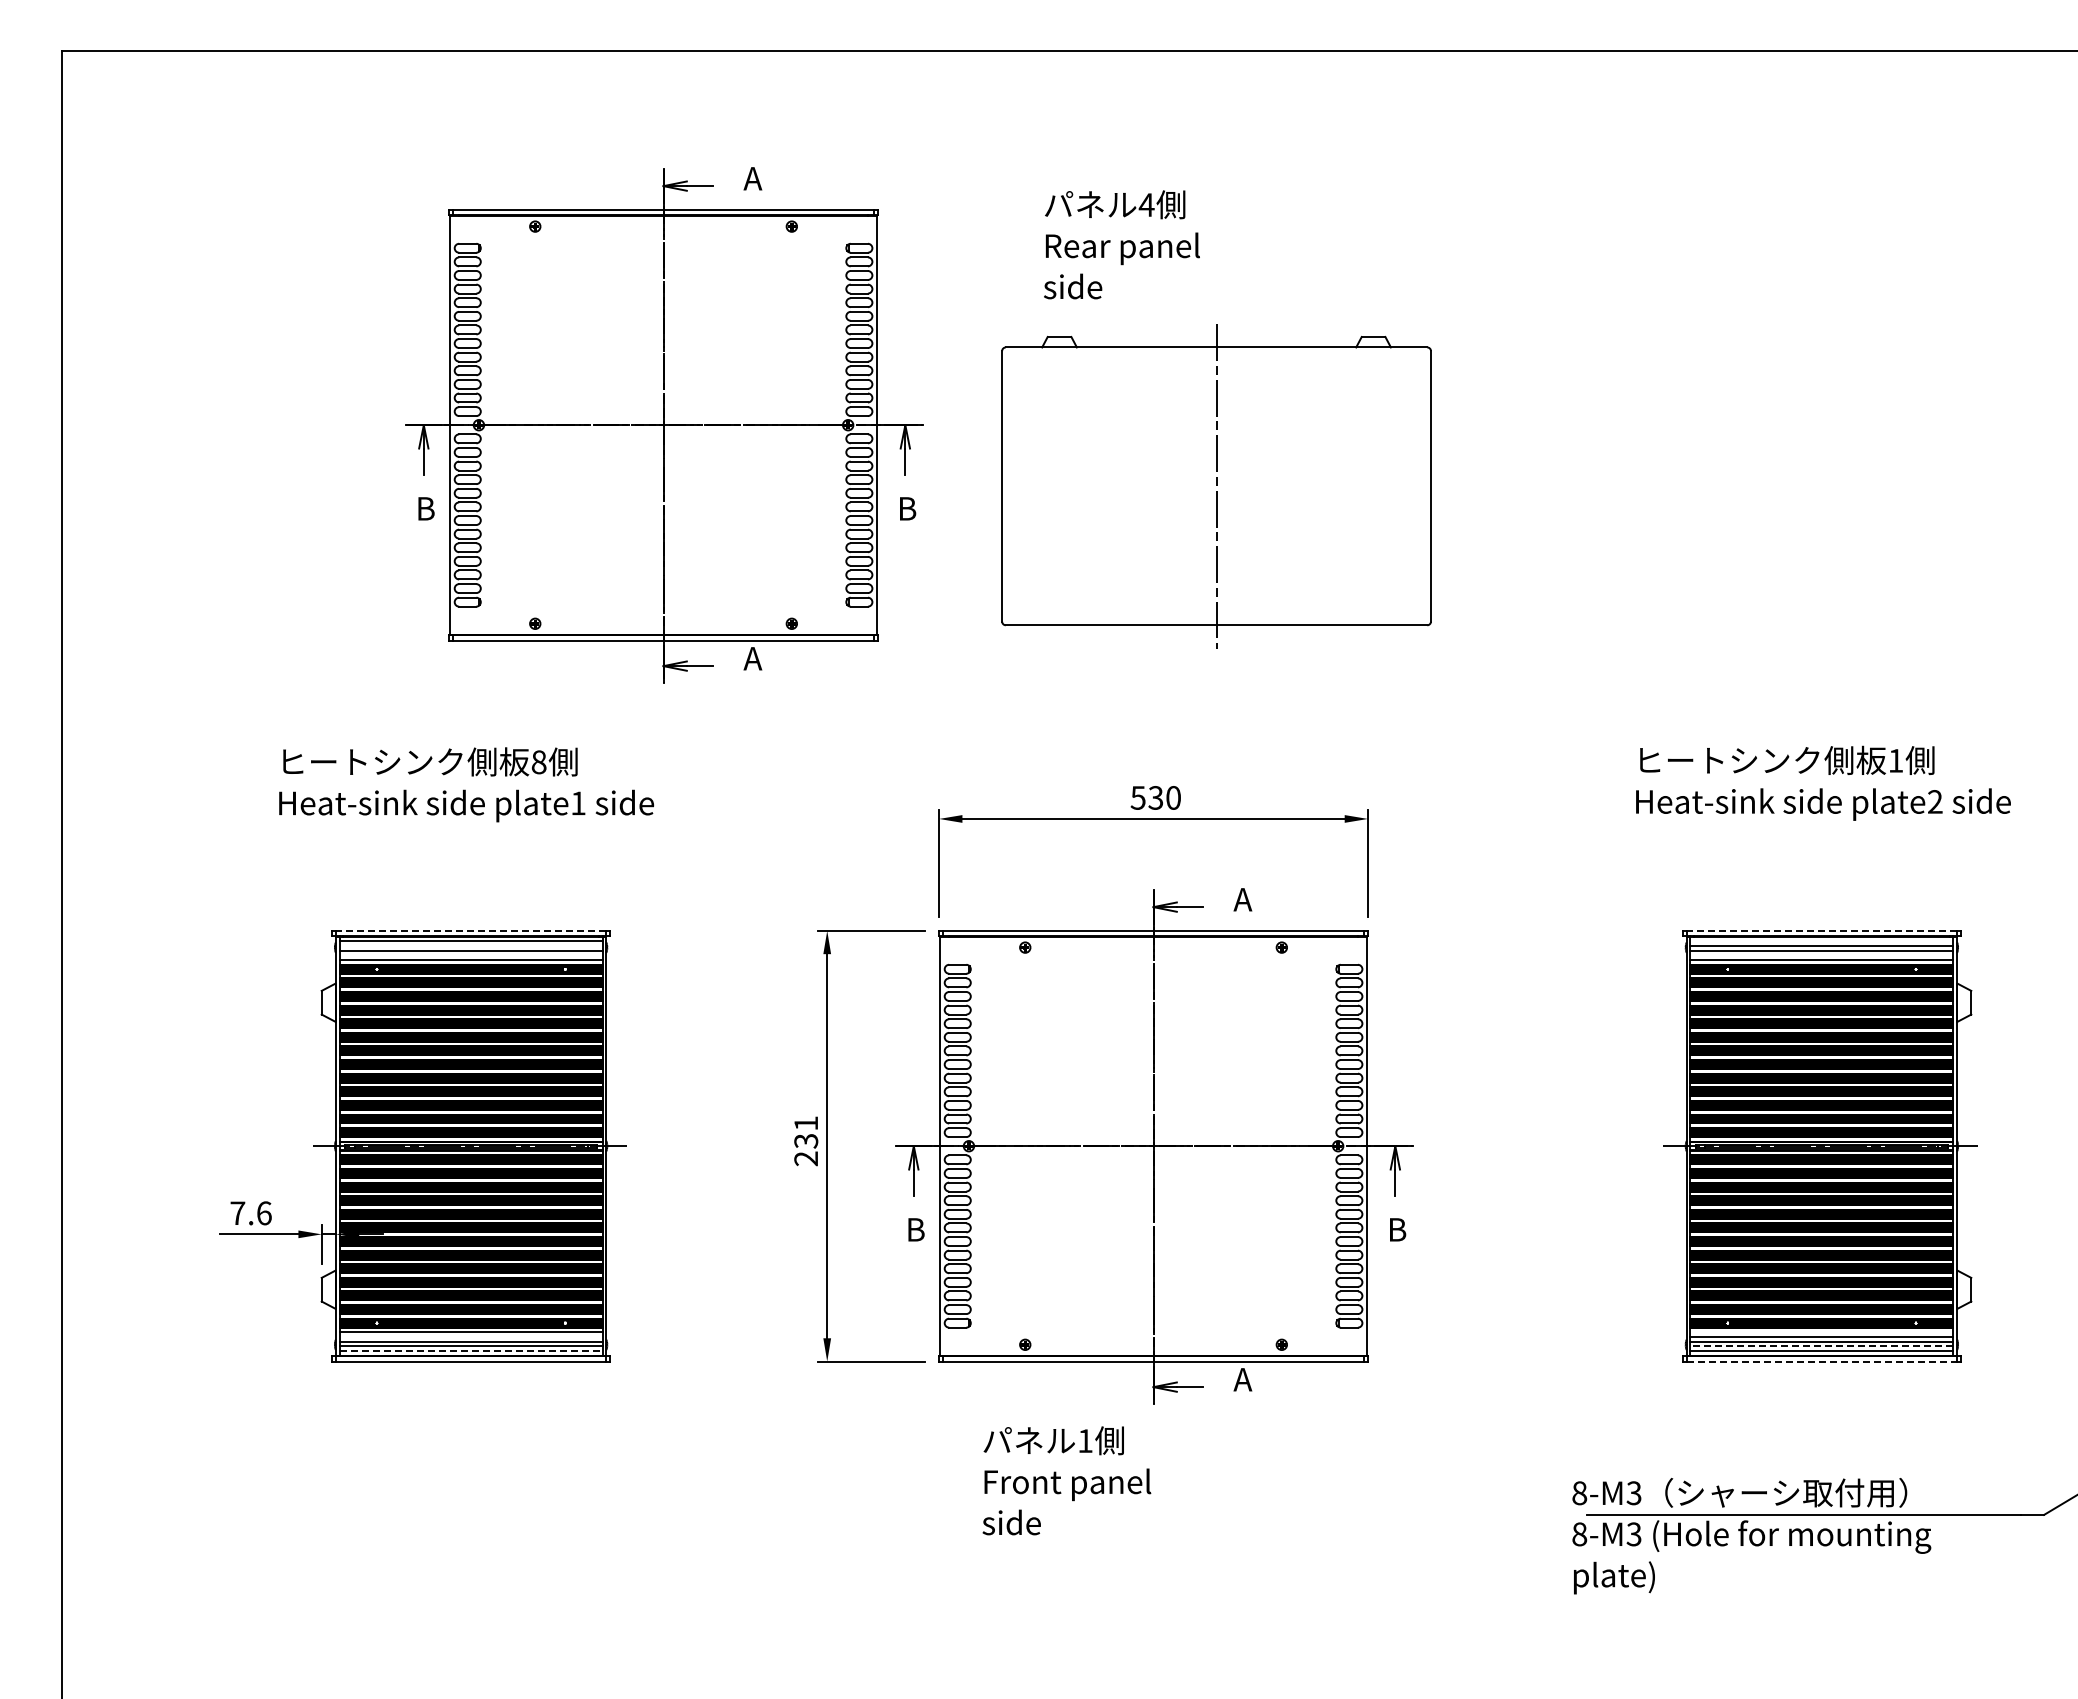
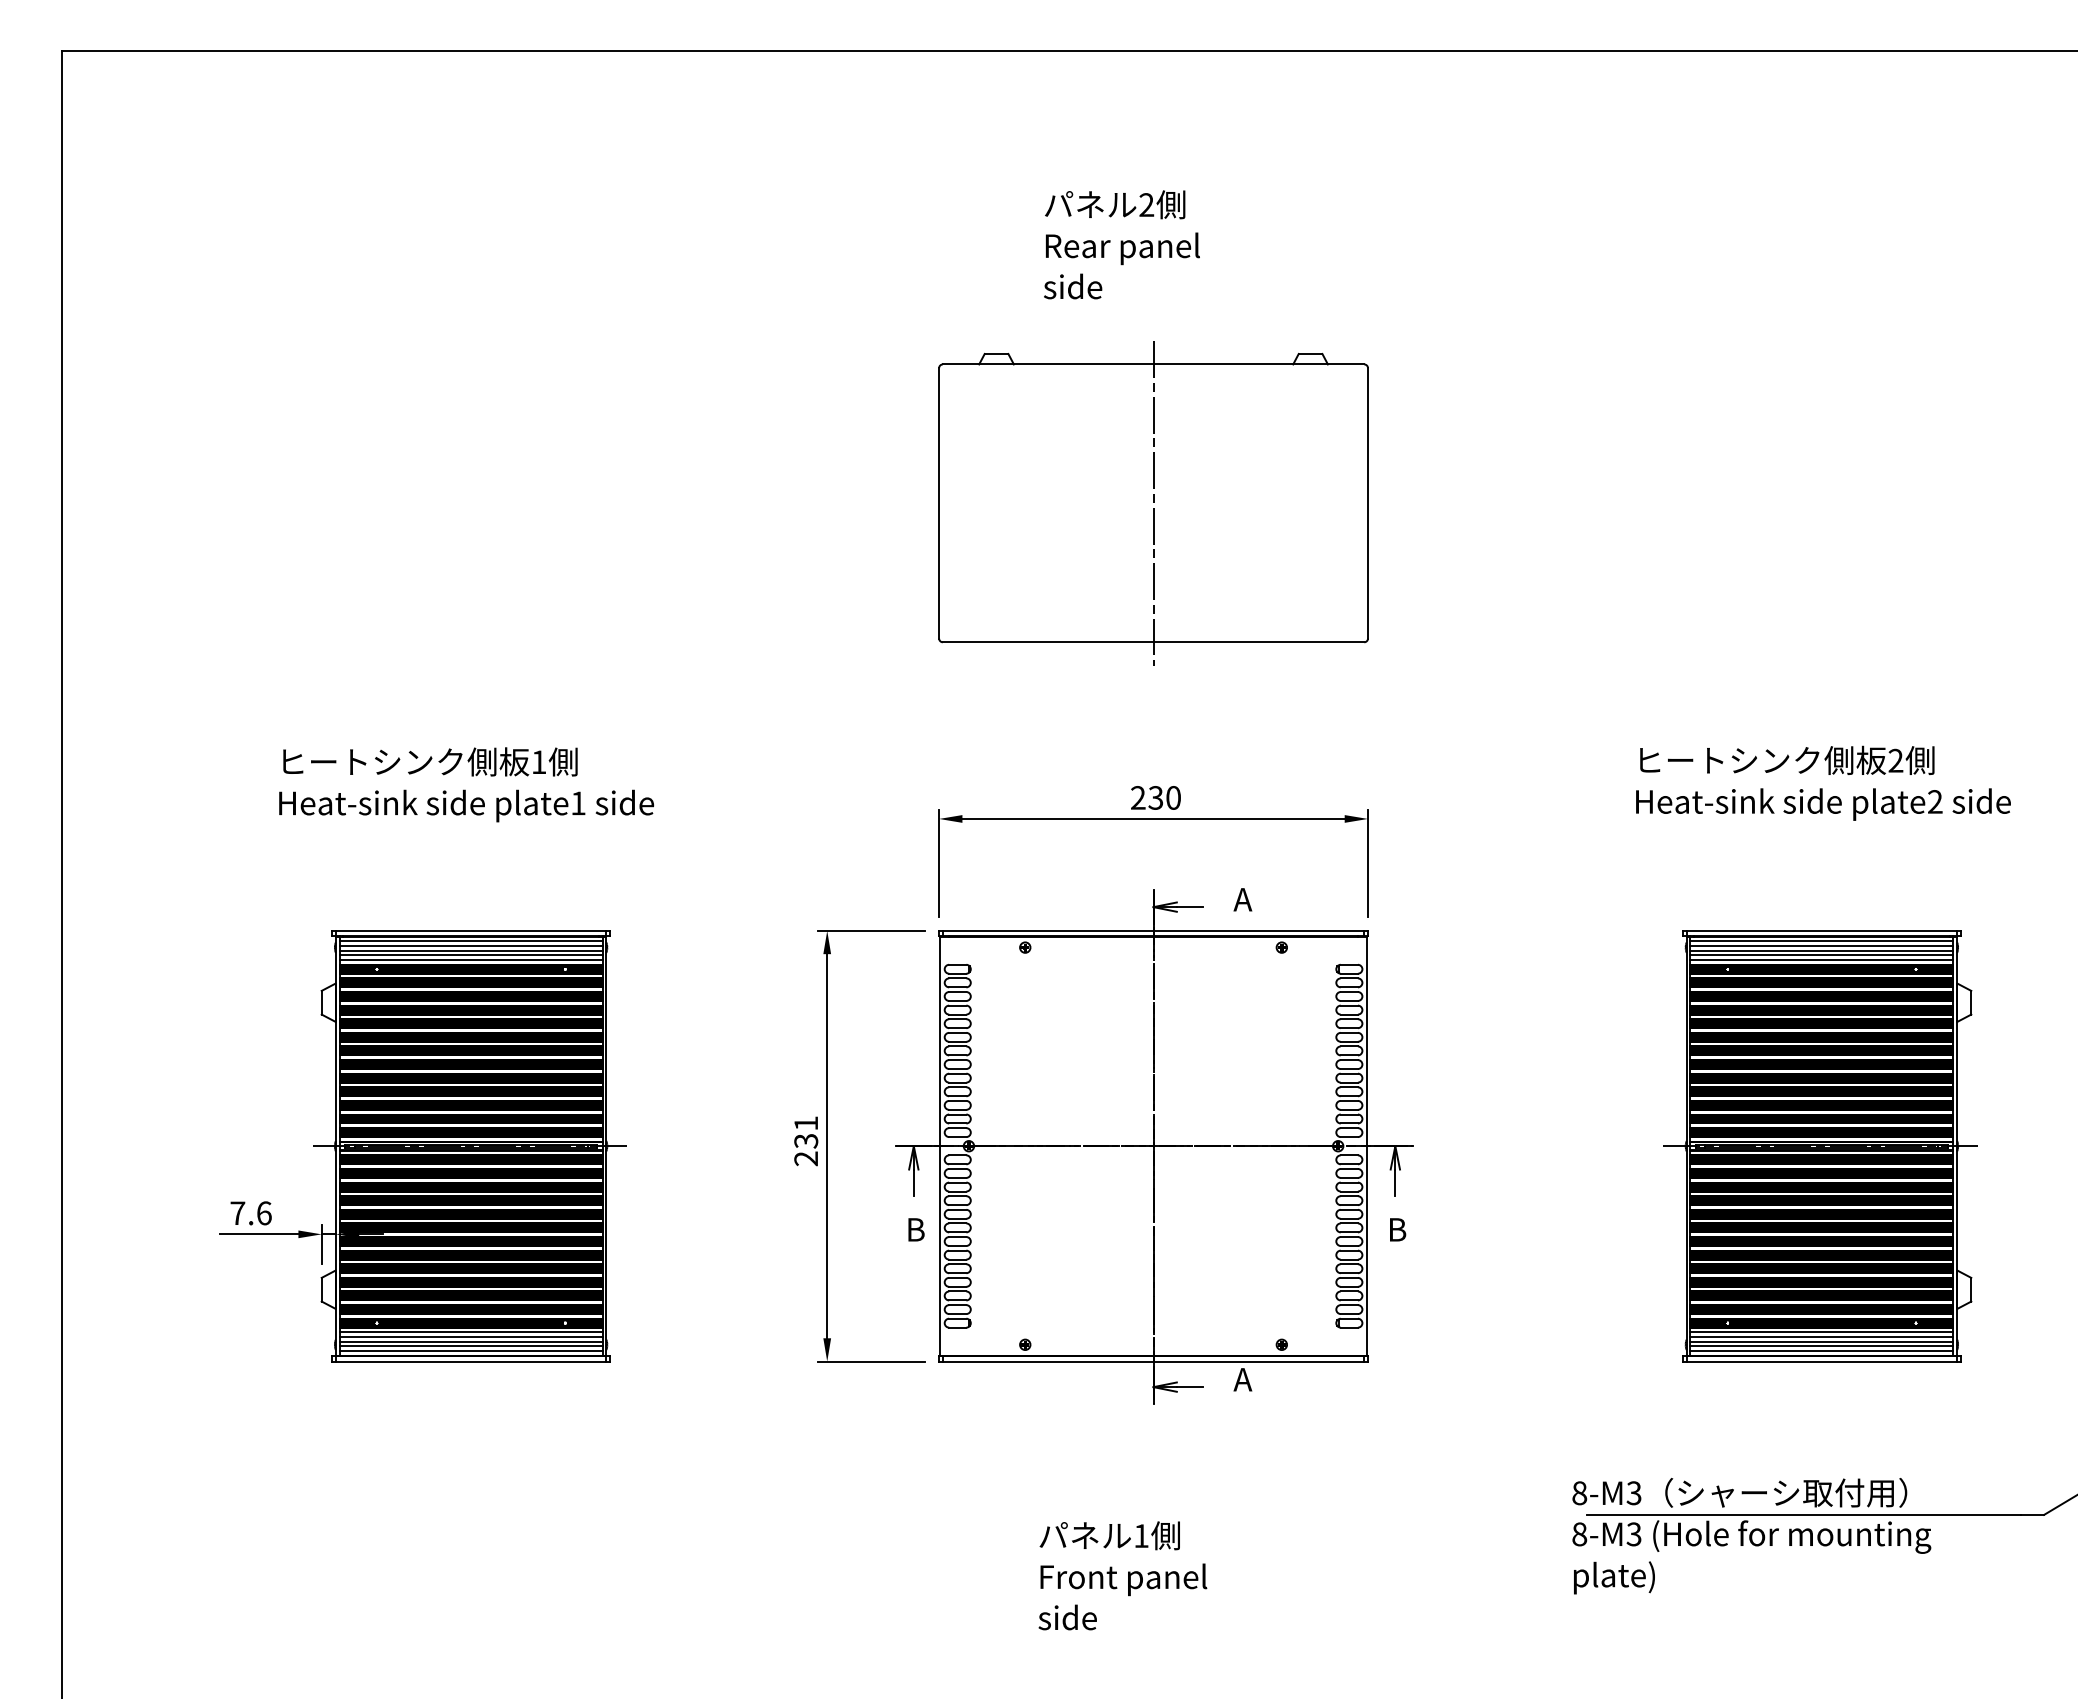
text at (1146, 204): 4 -> 2
part at (664, 425): present -> none
part at (1216, 486) position: (1216, 486) -> (1153, 503)
text at (1895, 760): 1 -> 2
text at (538, 762): 8 -> 1
text at (1137, 797): 530 -> 230
line at (470, 930): dashed -> solid
line at (1821, 930): dashed -> solid
line at (1821, 941): none -> present
line at (470, 946): none -> present
line at (470, 955): none -> present
line at (1821, 955): none -> present
line at (1821, 1332): none -> present
line at (470, 1336): none -> present
line at (1821, 1346): dashed -> solid
line at (471, 1350): dashed -> solid
line at (1822, 1361): dashed -> solid
text at (1066, 1480) position: (1066, 1480) -> (1122, 1575)
